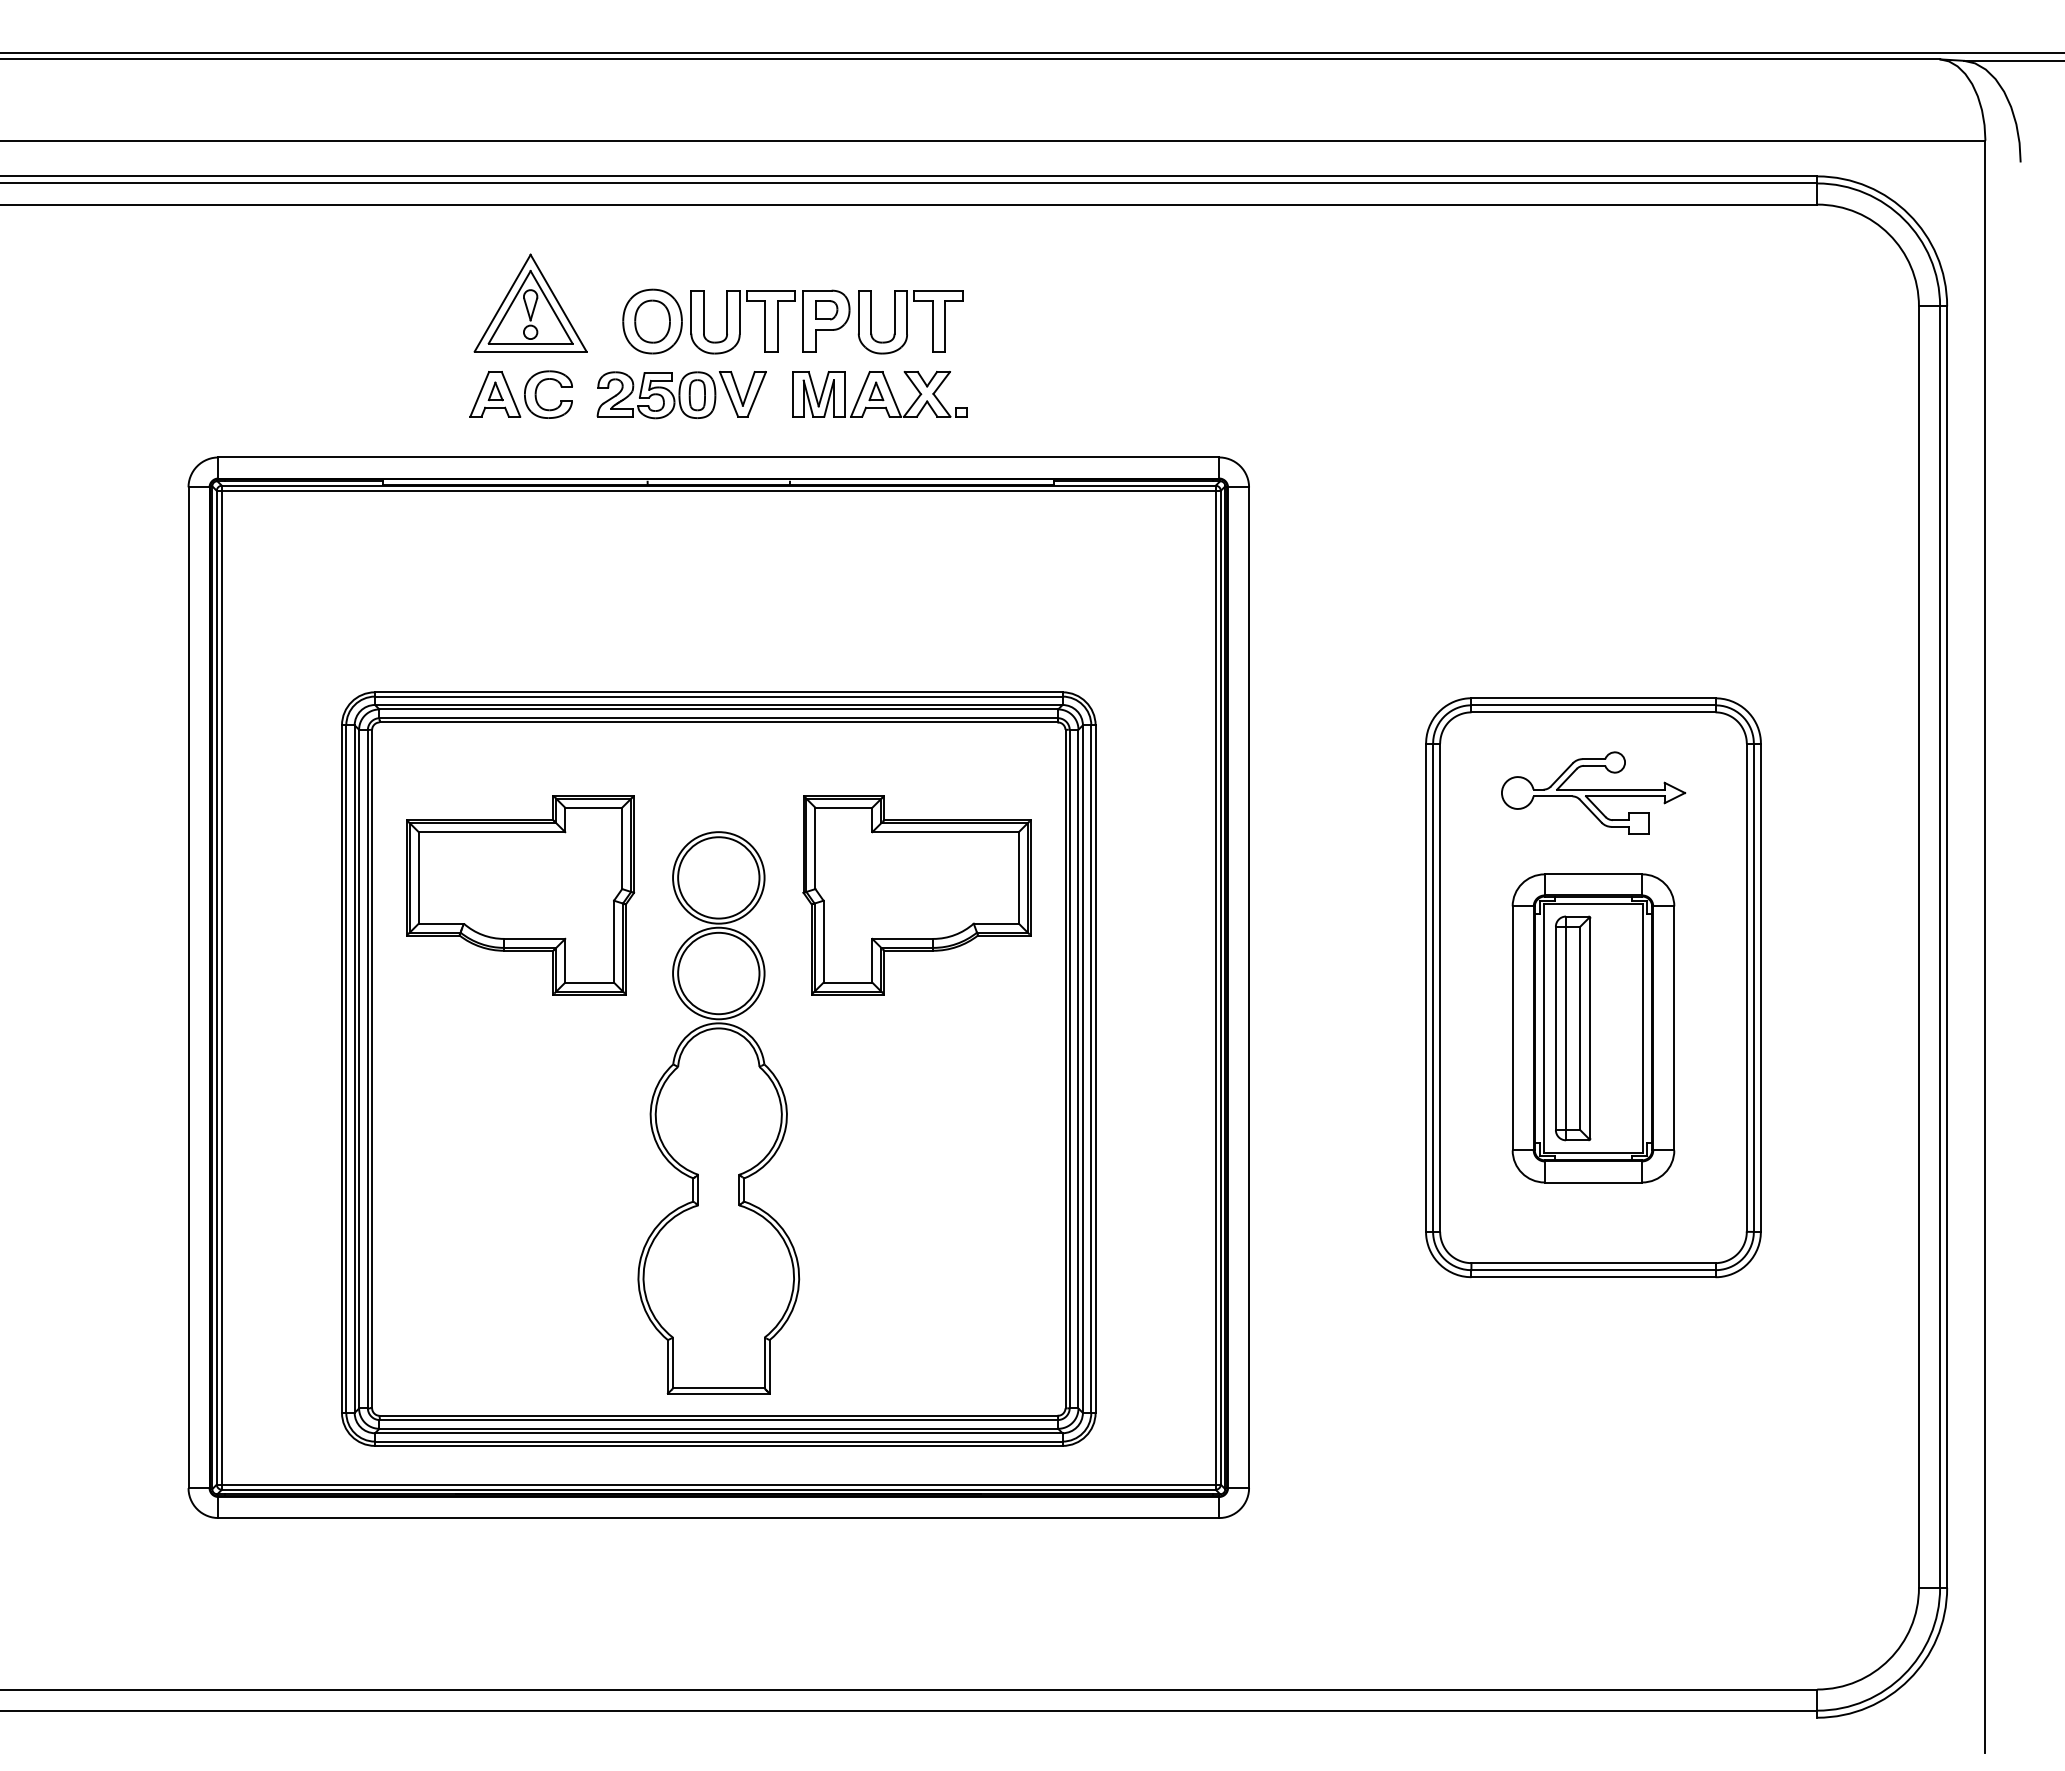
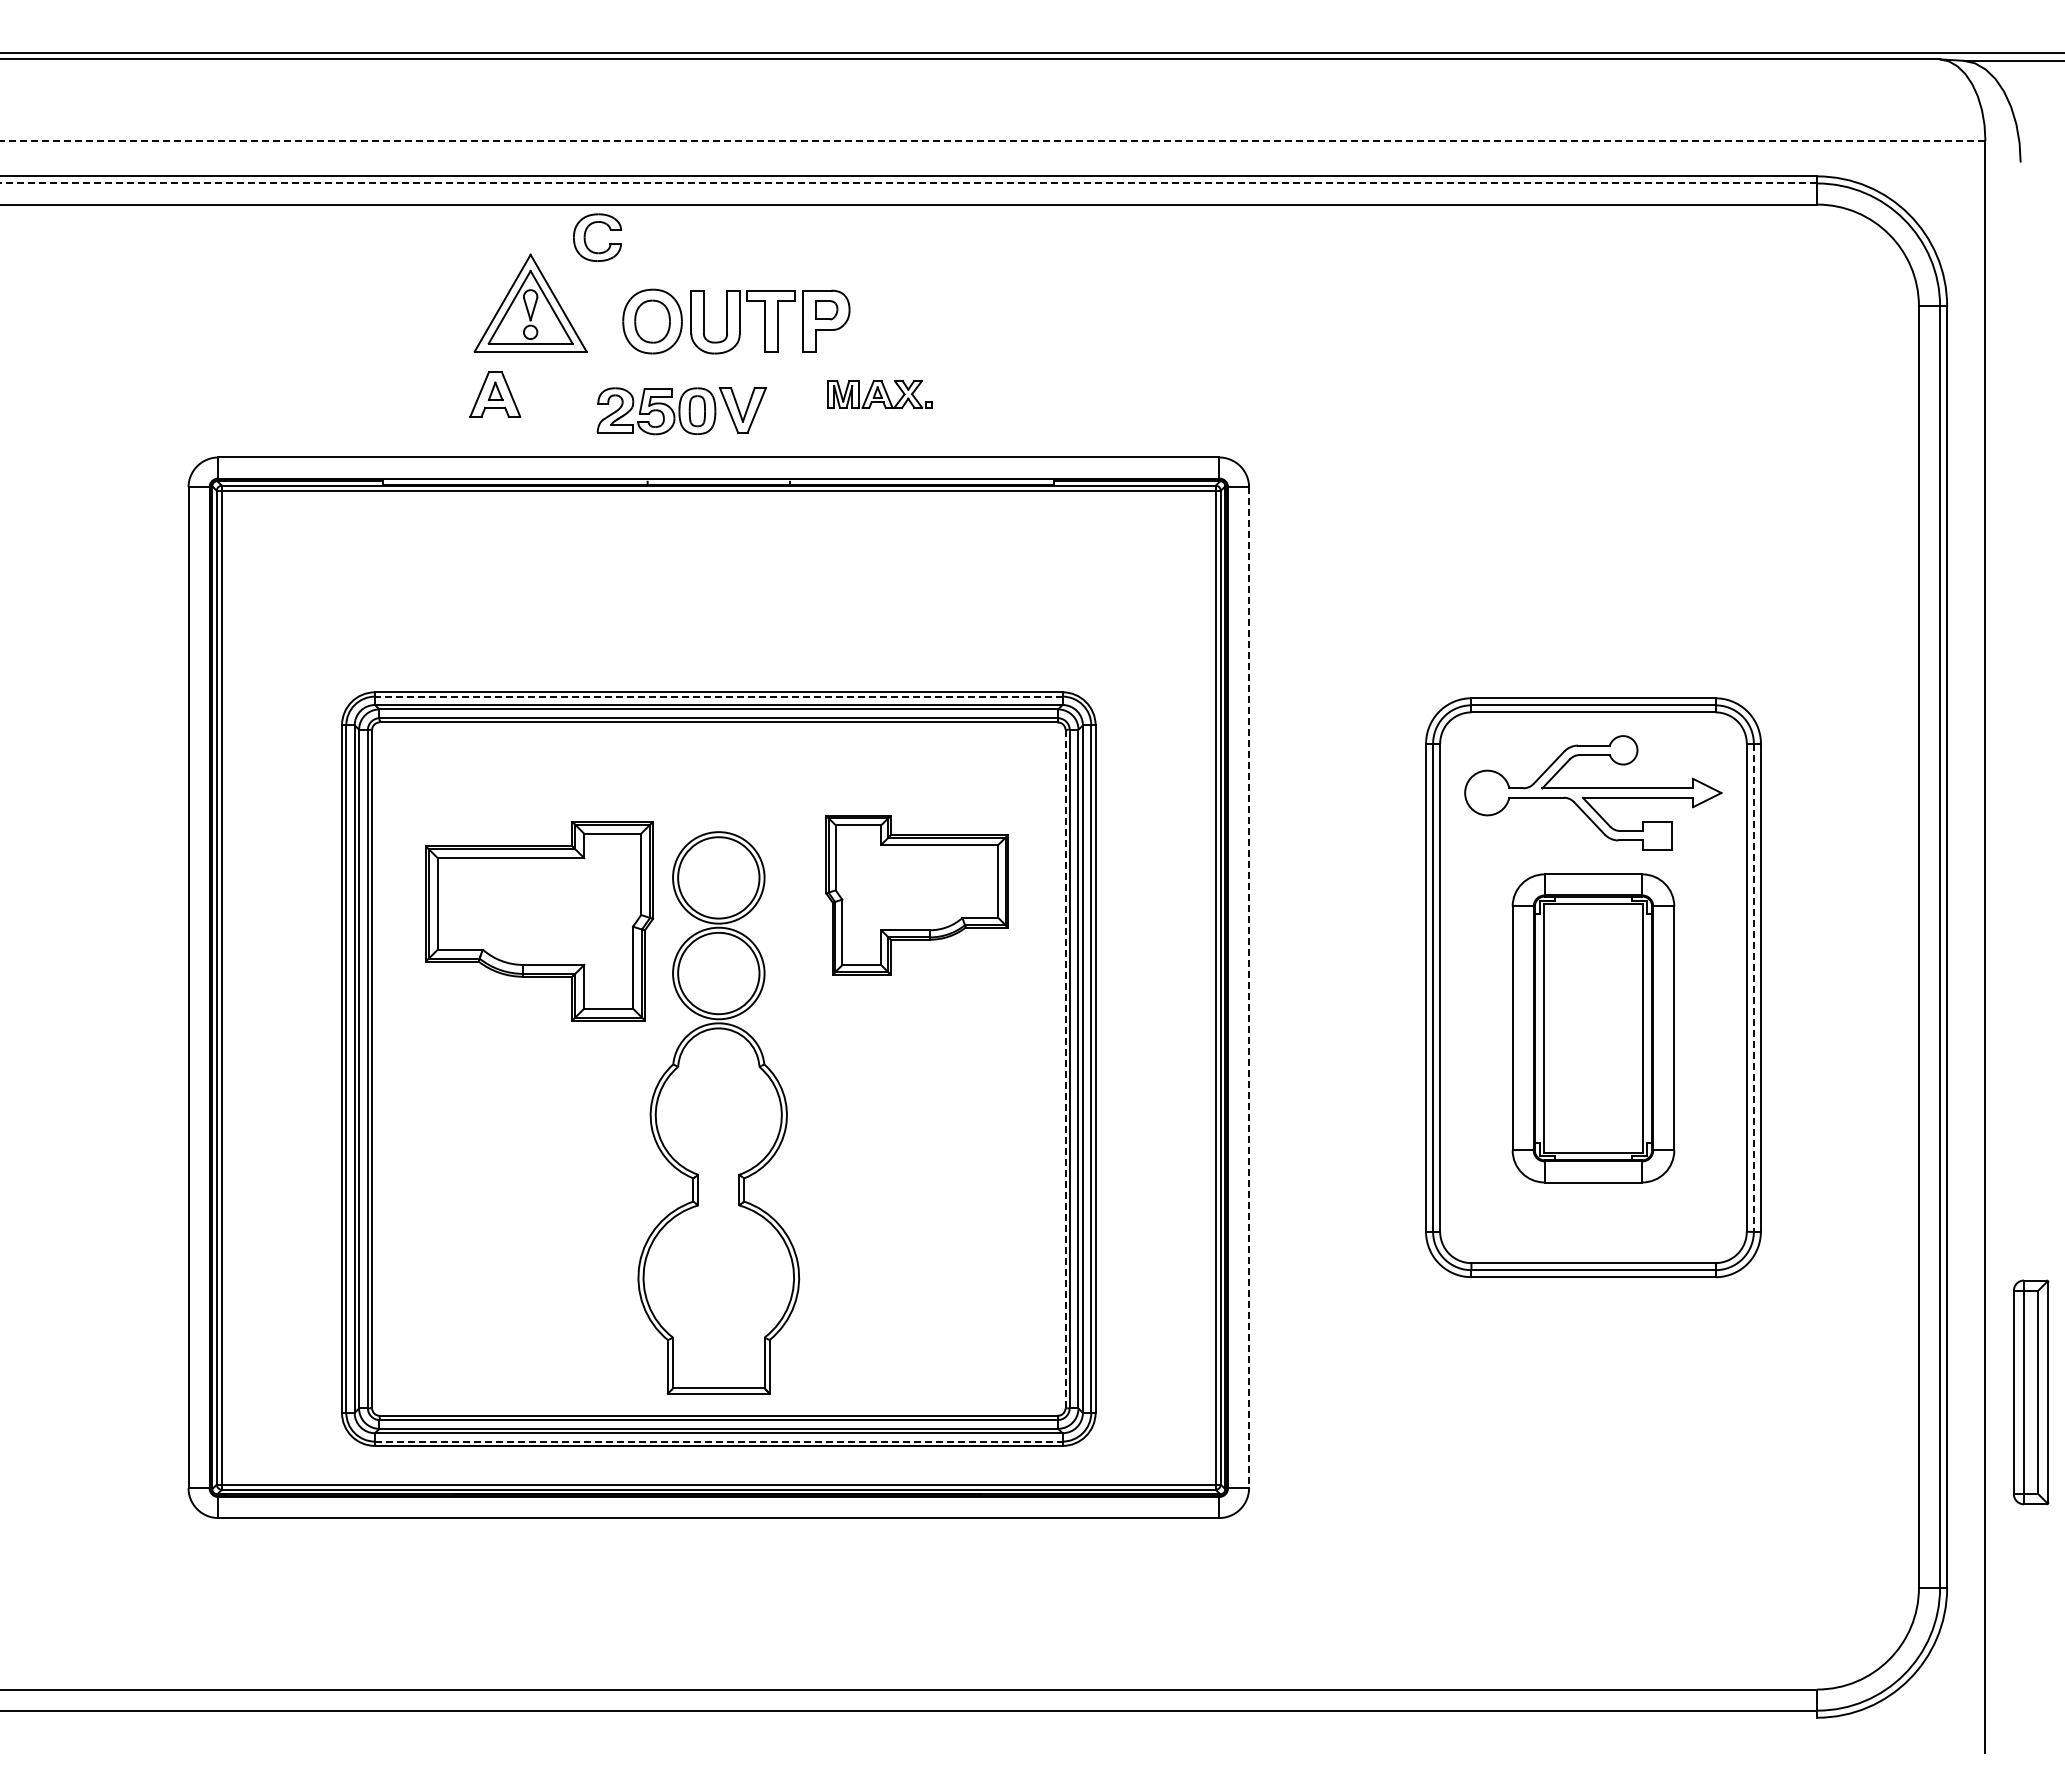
line at (992, 140): solid -> dashed
line at (908, 183): solid -> dashed
part at (910, 322): present -> none
part at (536, 394) position: (536, 394) -> (585, 237)
part at (879, 394) size: 176x47 px -> 106x29 px
part at (681, 395) position: (681, 395) -> (681, 411)
line at (718, 696): solid -> dashed
part at (1593, 792) size: 186x84 px -> 259x116 px
part at (520, 895) position: (520, 895) -> (539, 921)
part at (916, 895) size: 230x201 px -> 184x161 px
line at (1249, 988): solid -> dashed
line at (1753, 988): solid -> dashed
part at (1573, 1028) position: (1573, 1028) -> (2031, 1392)
line at (1065, 1069): solid -> dashed
line at (718, 1441): solid -> dashed
